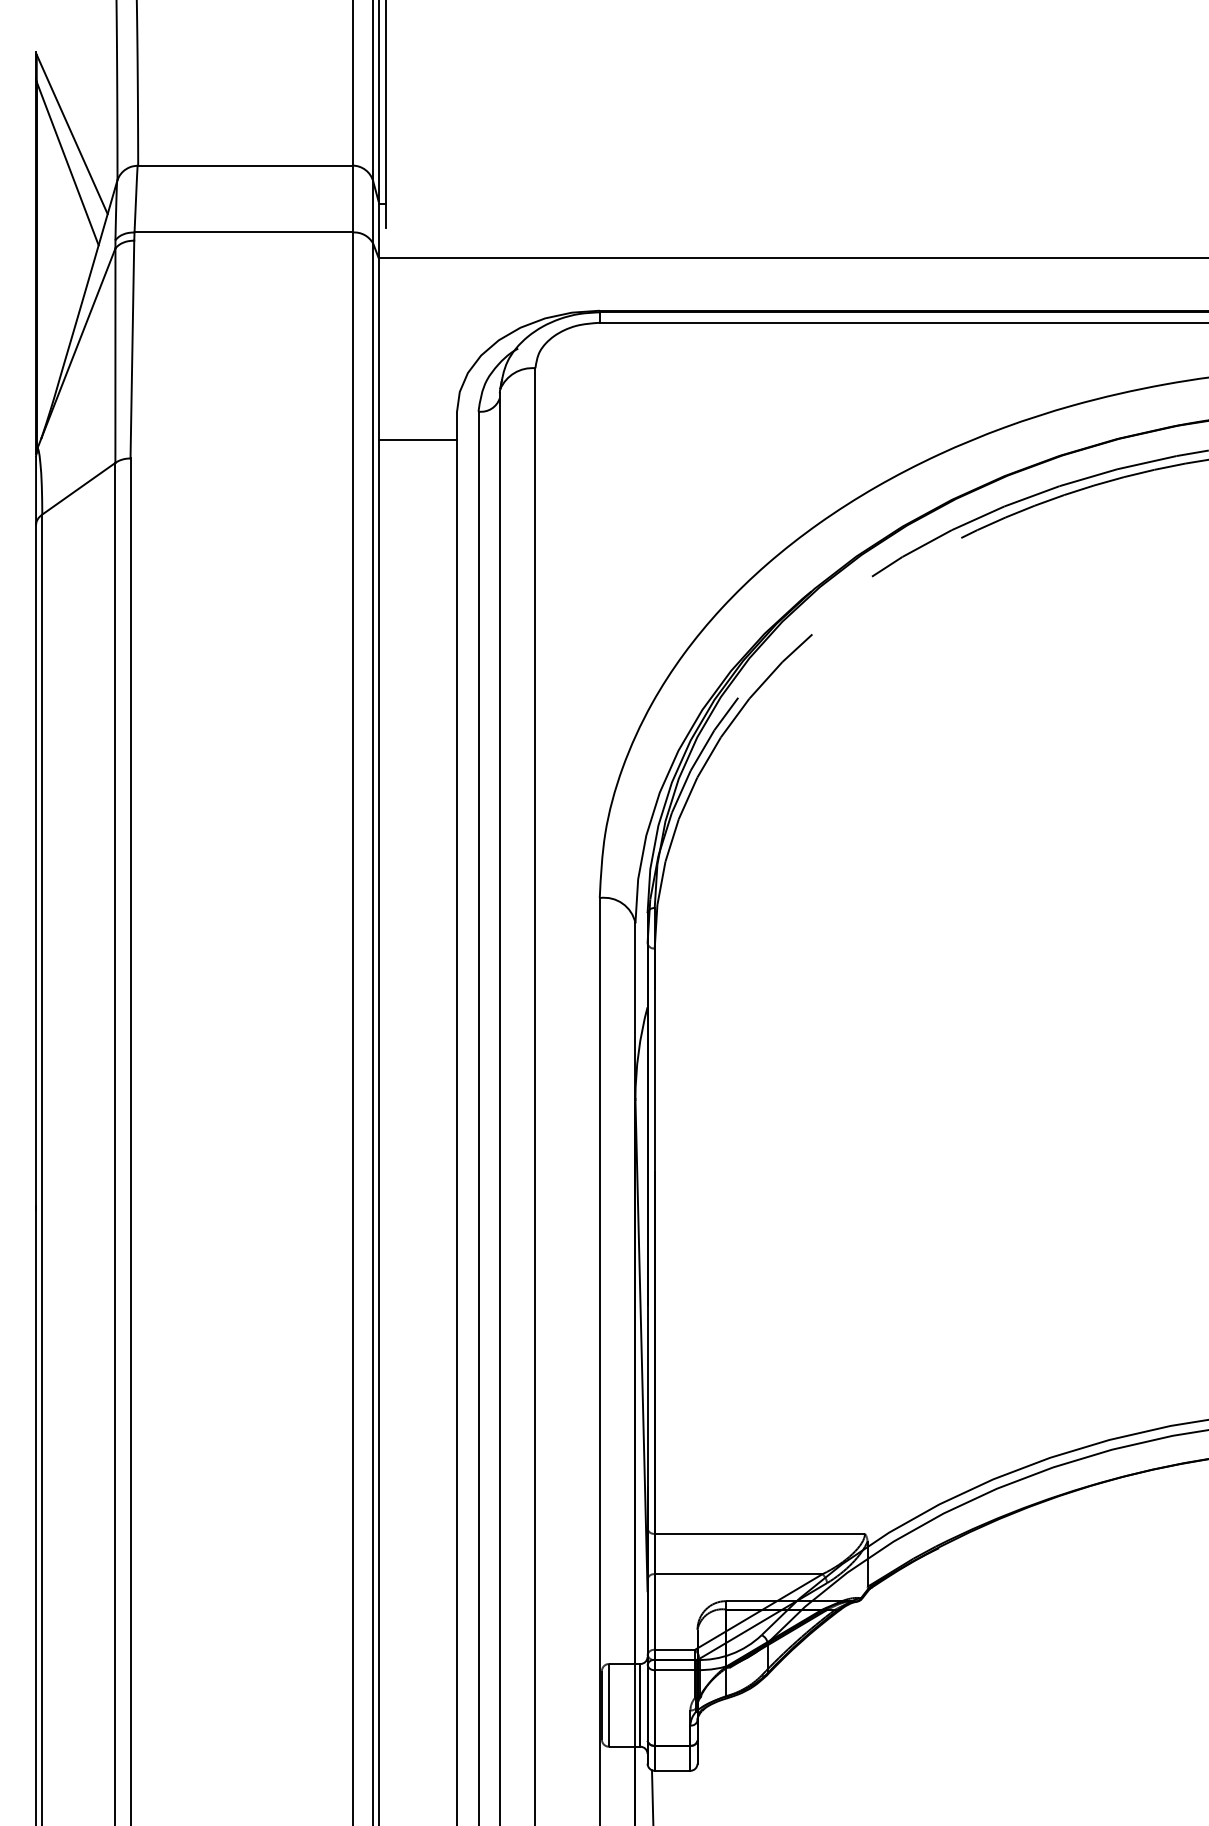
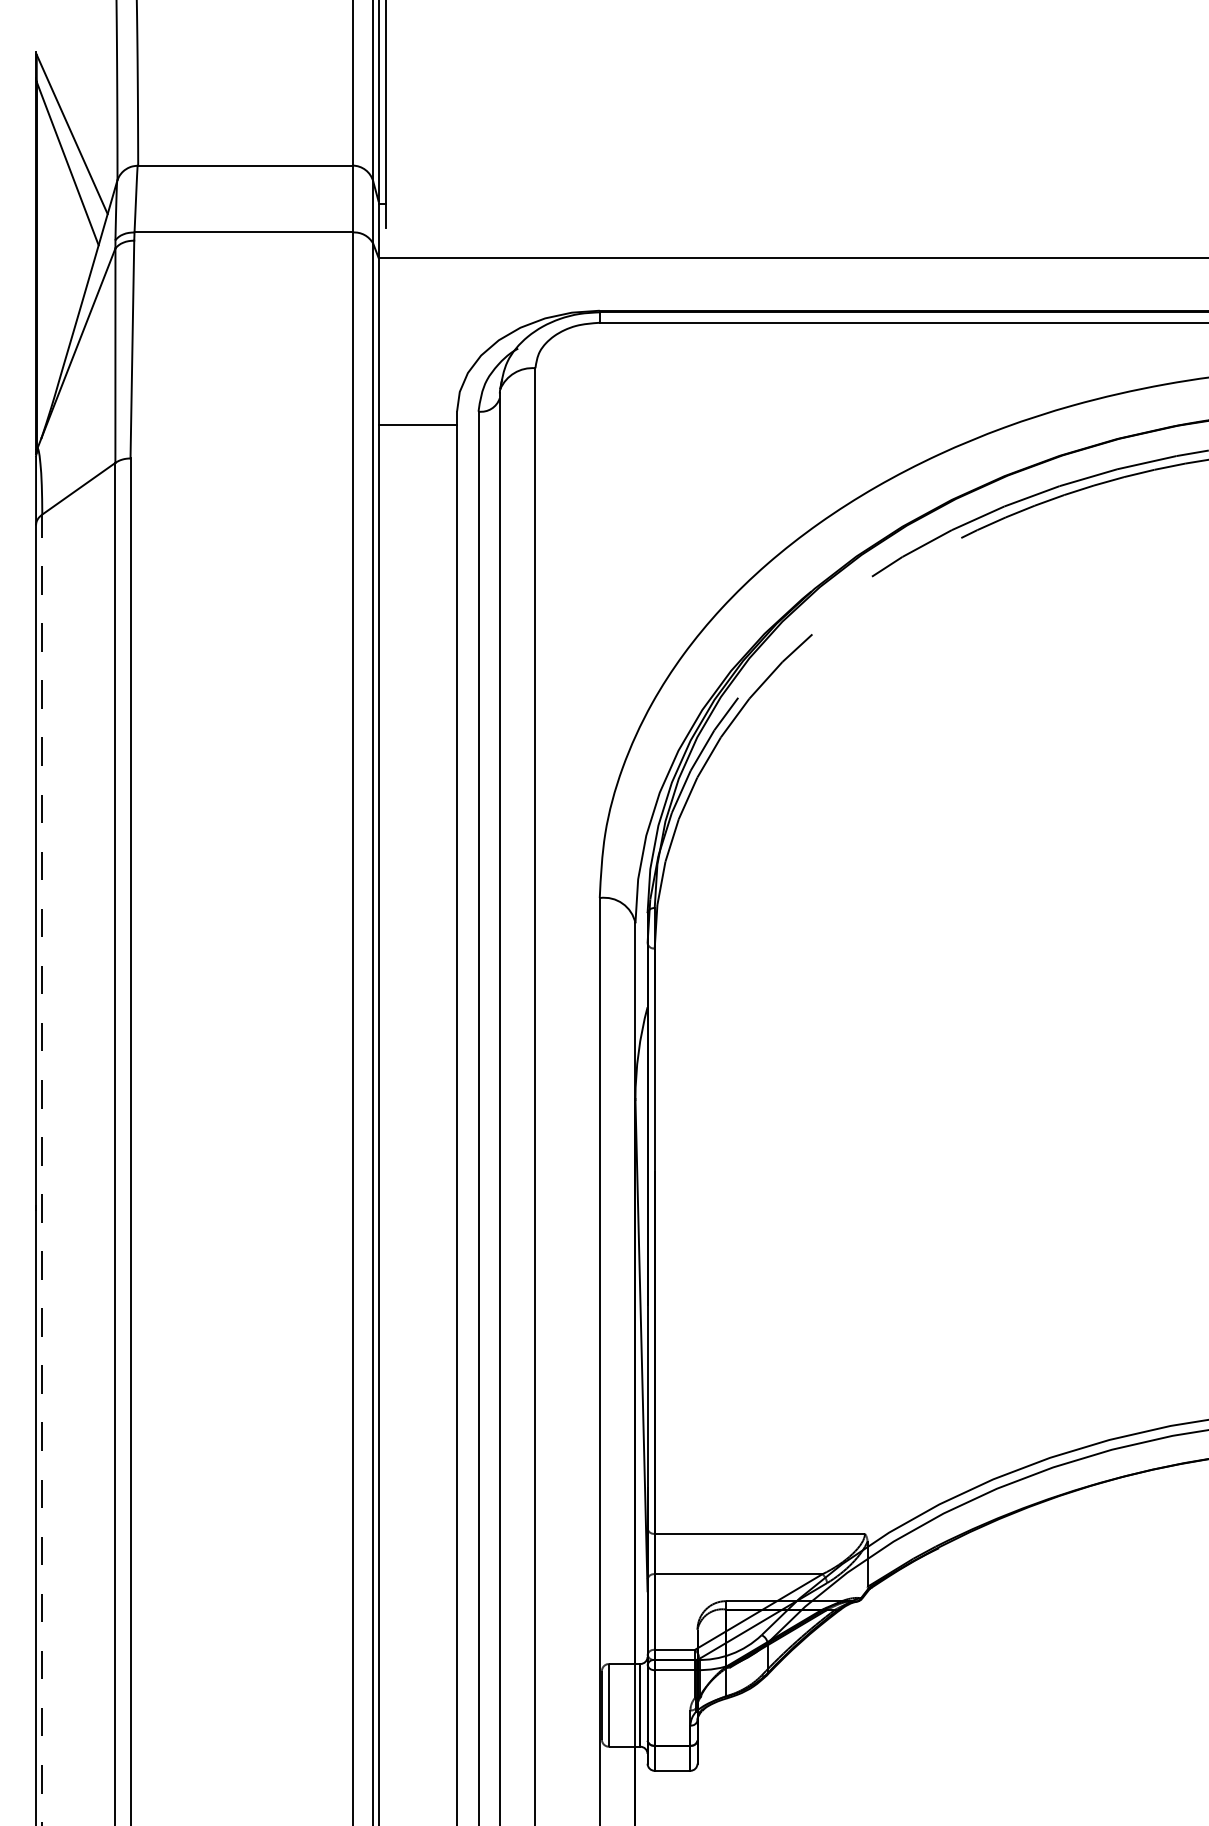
line at (417, 439) position: (417, 439) -> (417, 424)
line at (42, 1169): solid -> dashed
line at (652, 1796): present -> none
